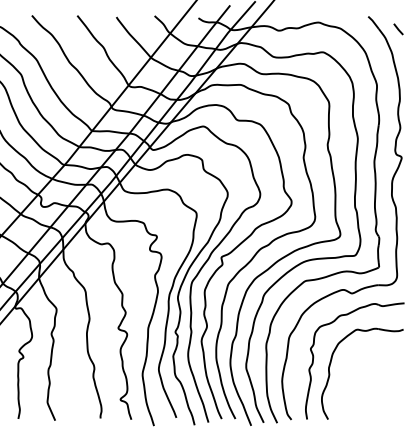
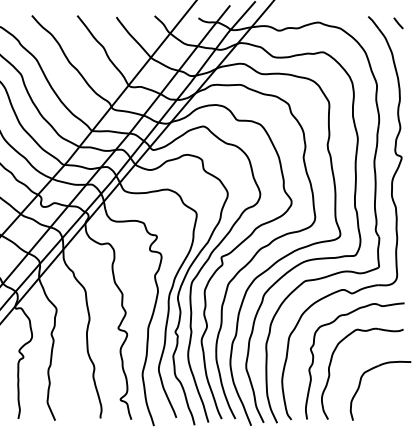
line at (398, 29) position: (398, 29) -> (398, 23)
part at (360, 385): none -> present
